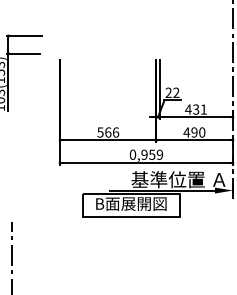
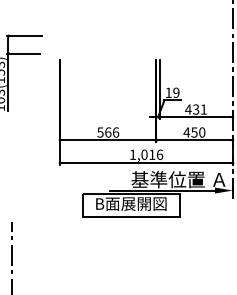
text at (172, 92): 22 -> 19
text at (194, 132): 490 -> 450
text at (146, 154): 0,959 -> 1,016
